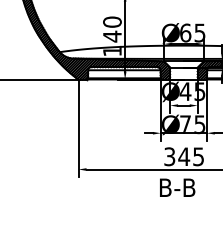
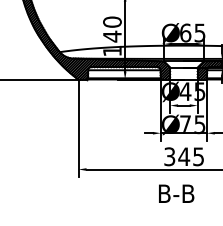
text at (177, 187) position: (177, 187) -> (176, 193)
